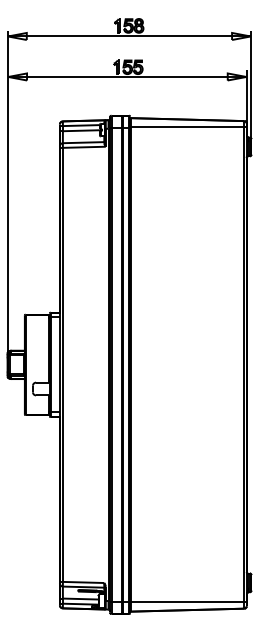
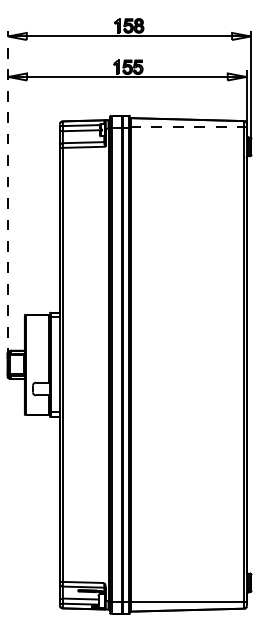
line at (188, 127): solid -> dashed
line at (7, 194): solid -> dashed
